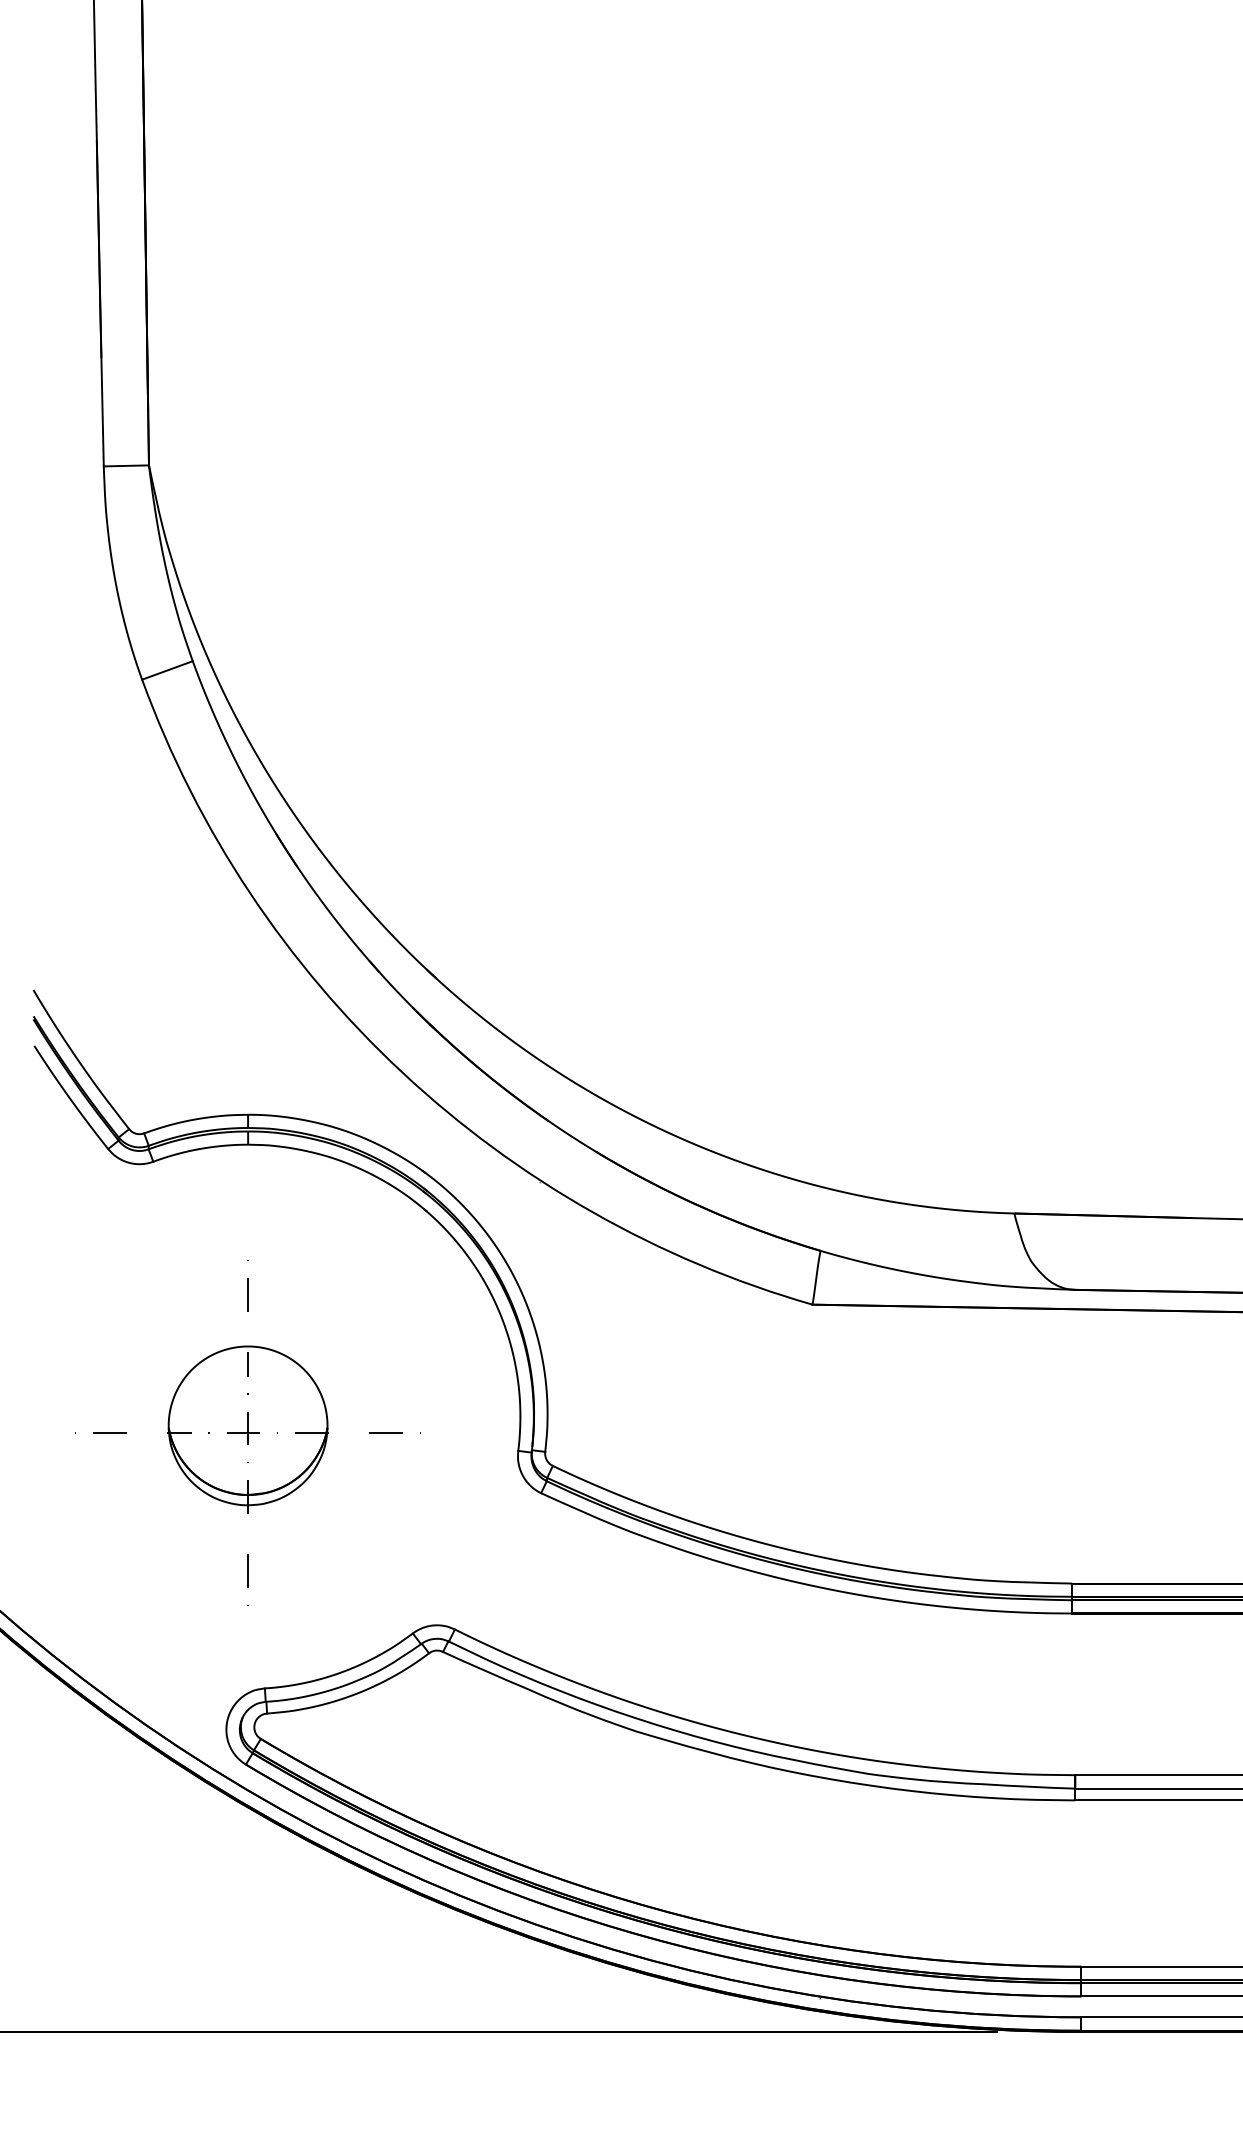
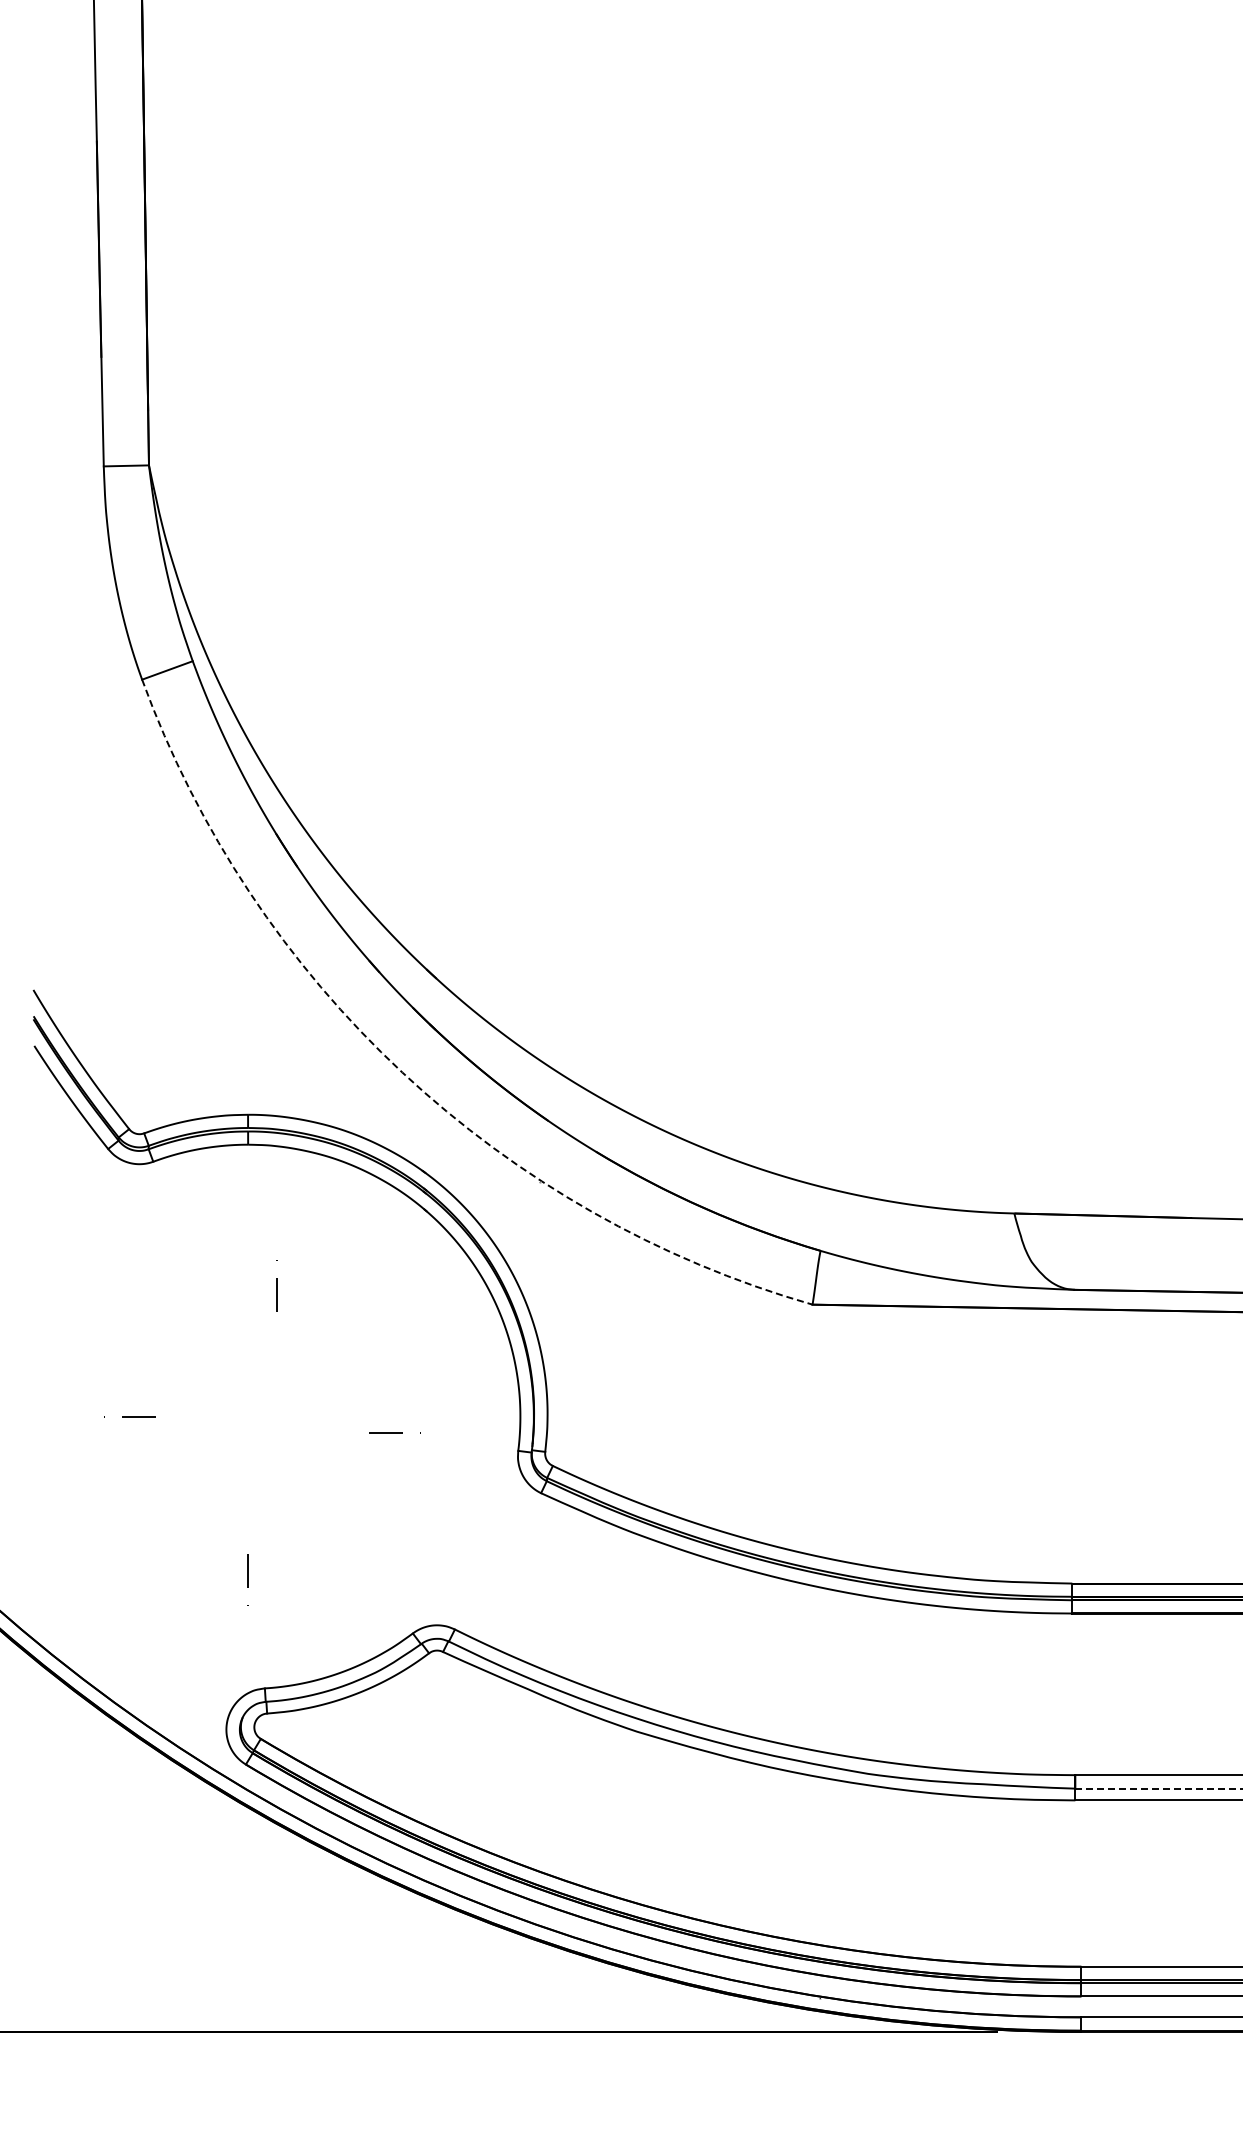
arc at (402, 1072): solid -> dashed
line at (247, 1285) position: (247, 1285) -> (276, 1285)
part at (247, 1429): present -> none
line at (100, 1432) position: (100, 1432) -> (129, 1416)
line at (1159, 1788): solid -> dashed
